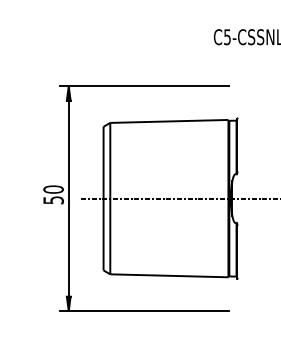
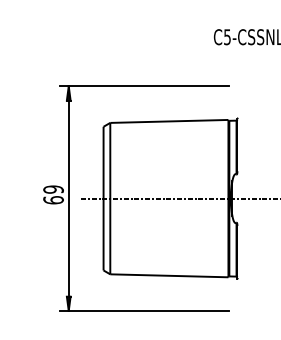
text at (53, 194): 50 -> 69
